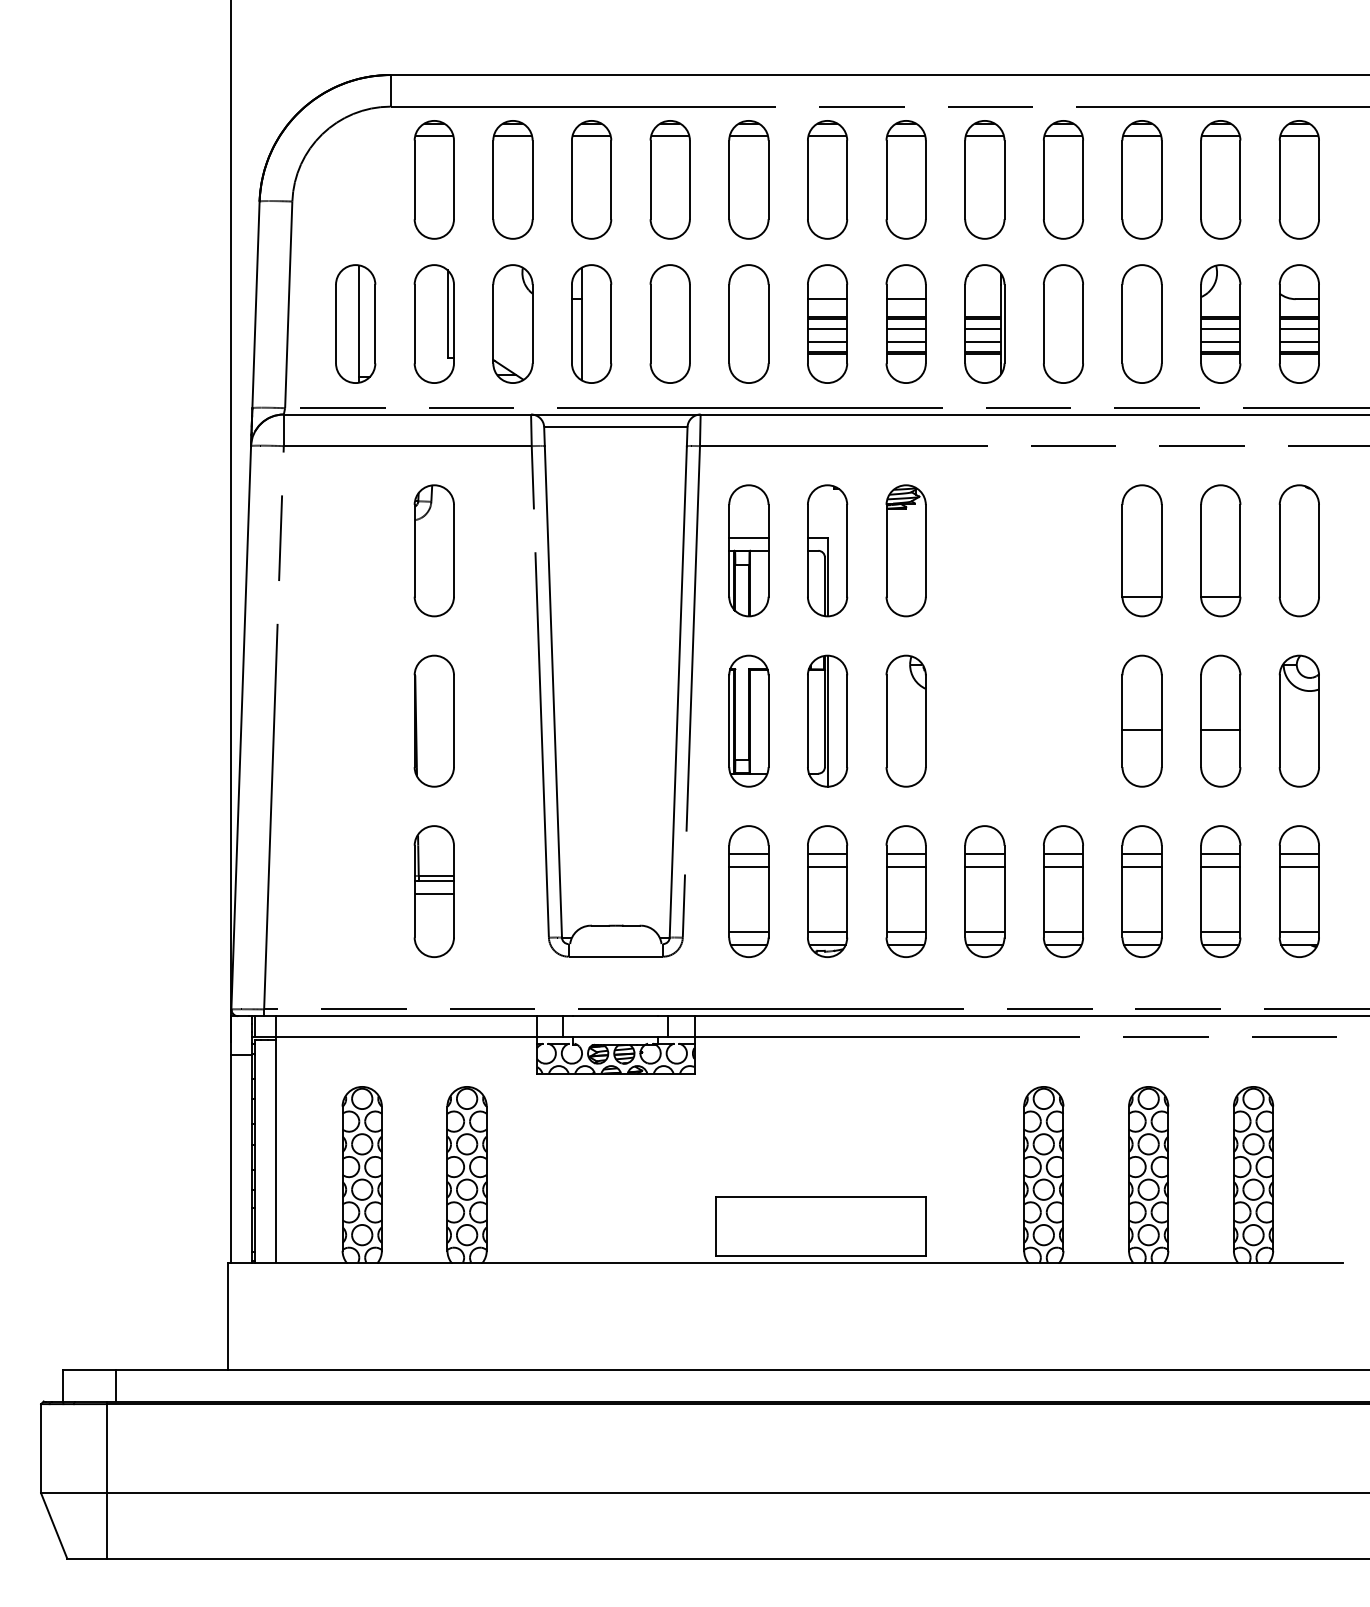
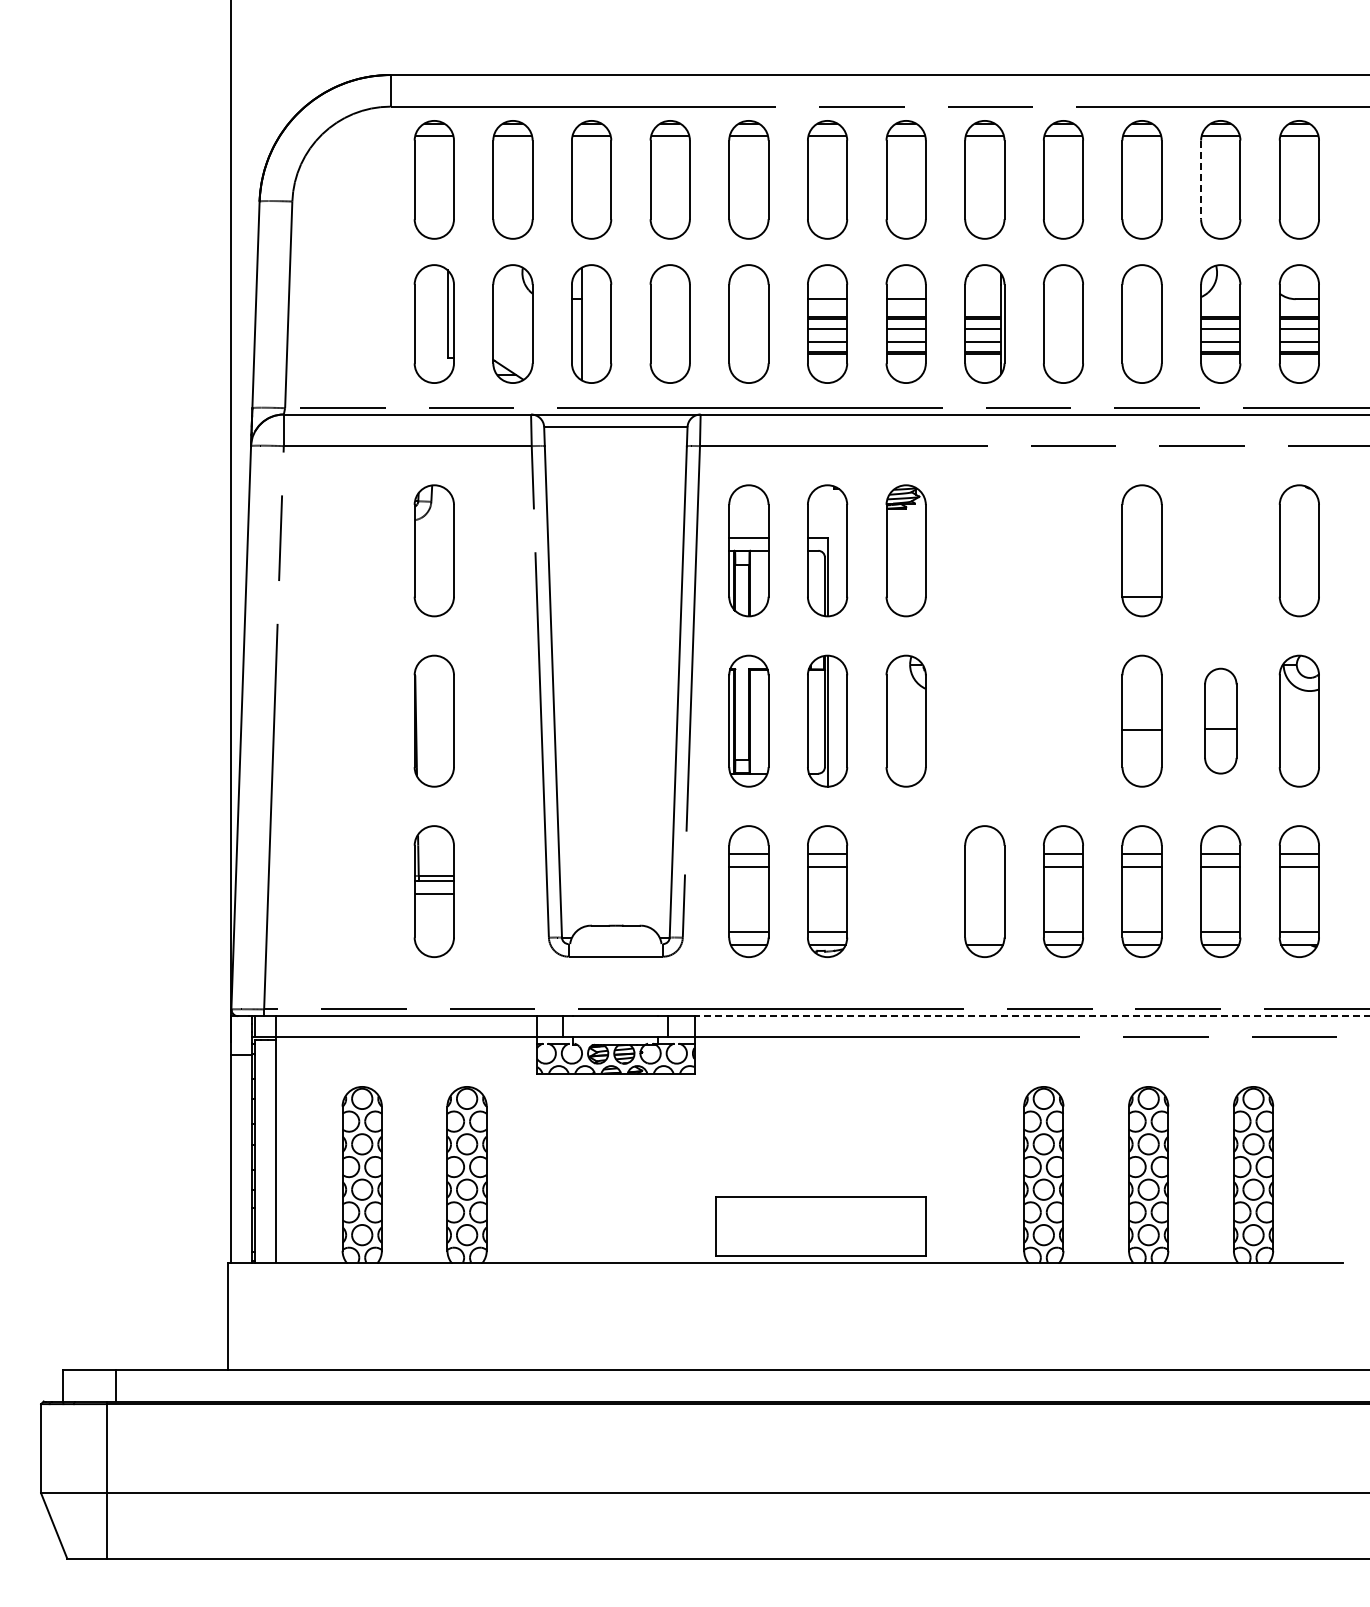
line at (1201, 180): solid -> dashed
part at (355, 323): present -> none
part at (1220, 550): present -> none
part at (1220, 720) size: 42x134 px -> 34x108 px
line at (984, 853): present -> none
line at (984, 866): present -> none
part at (905, 891): present -> none
line at (984, 932): present -> none
line at (1031, 1016): solid -> dashed
